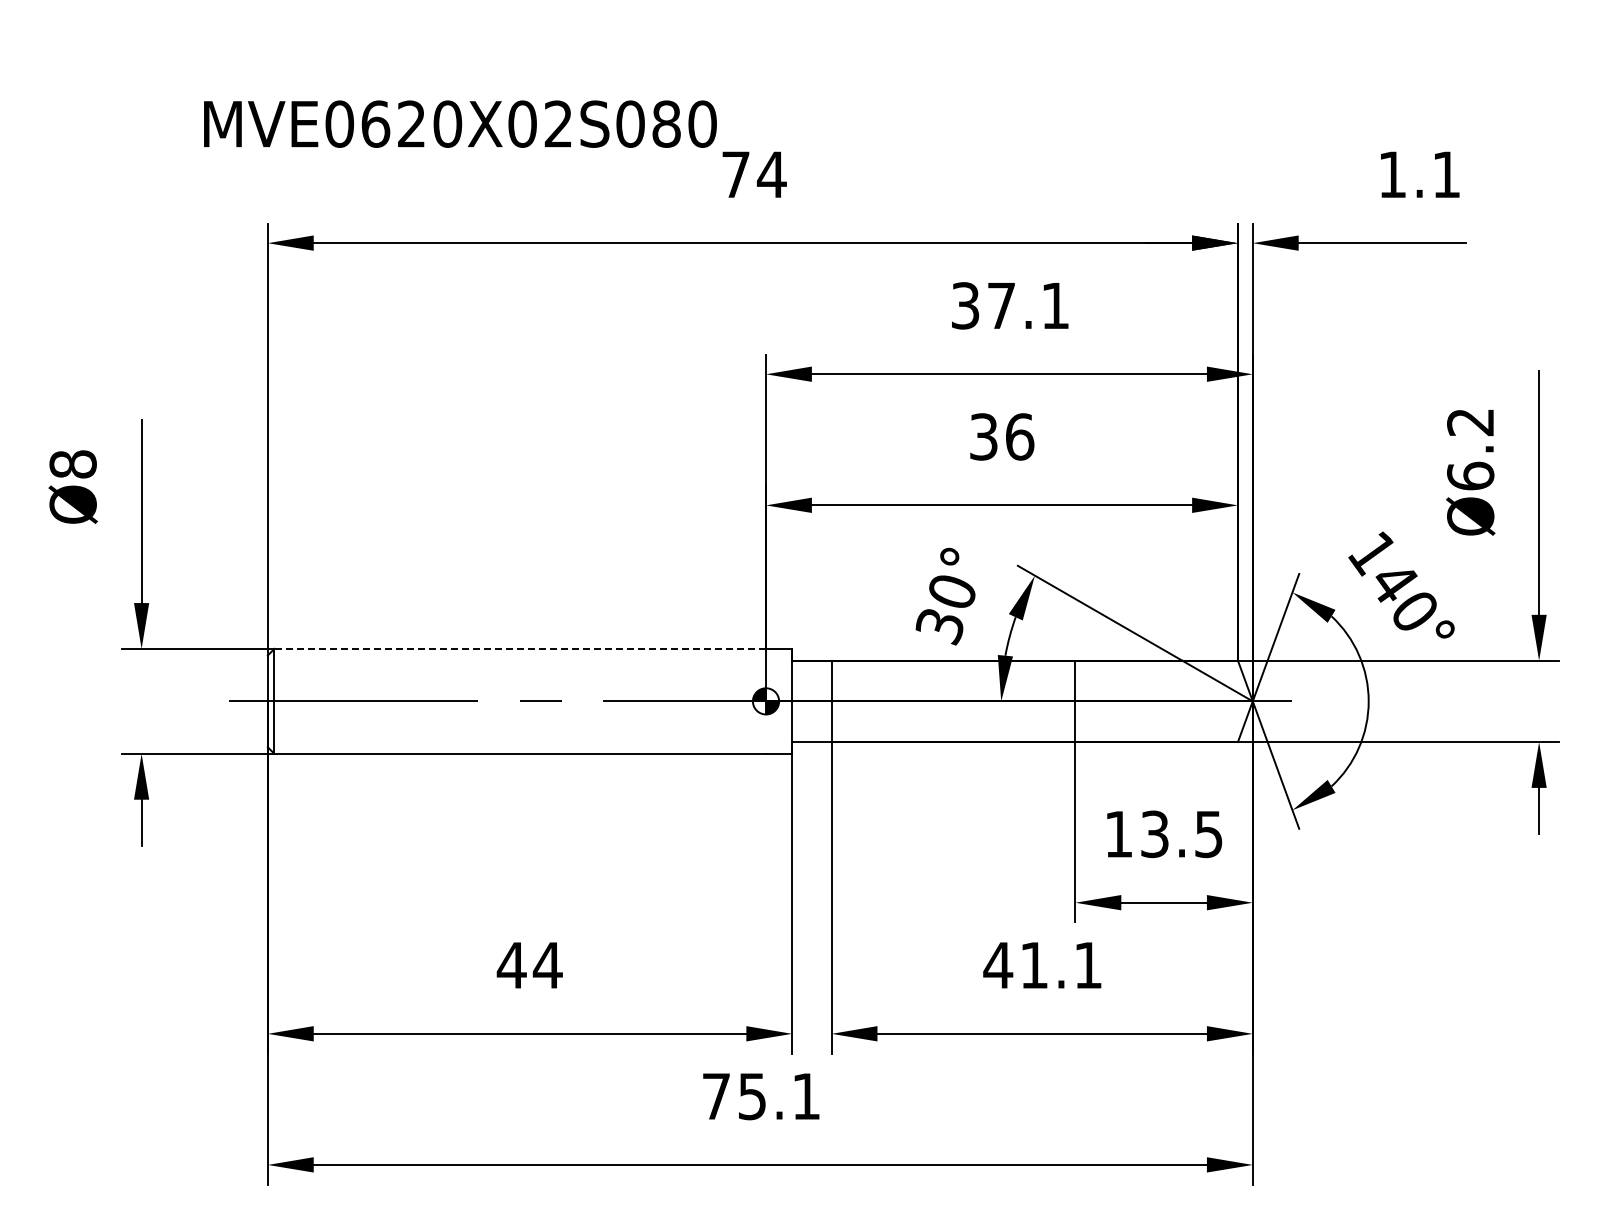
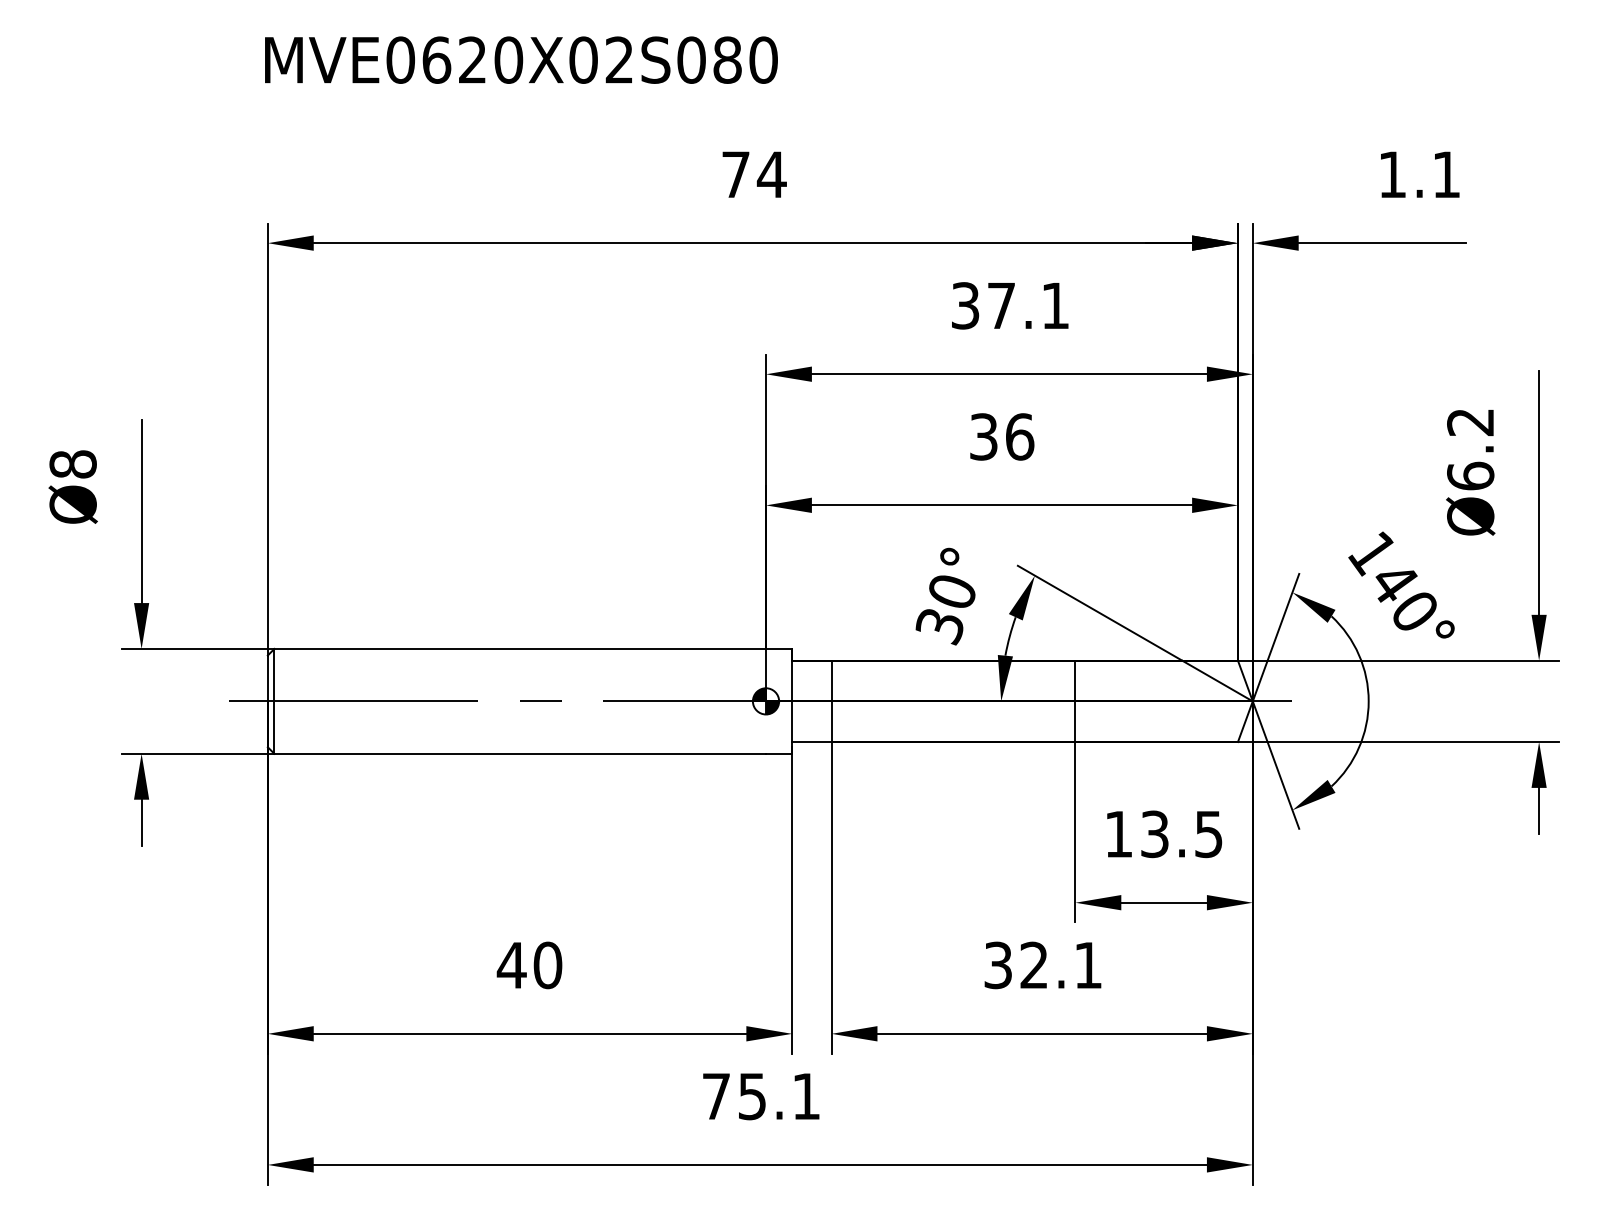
text at (460, 123) position: (460, 123) -> (521, 59)
line at (520, 648): dashed -> solid
text at (547, 965): 44 -> 40
text at (1015, 965): 41.1 -> 32.1
